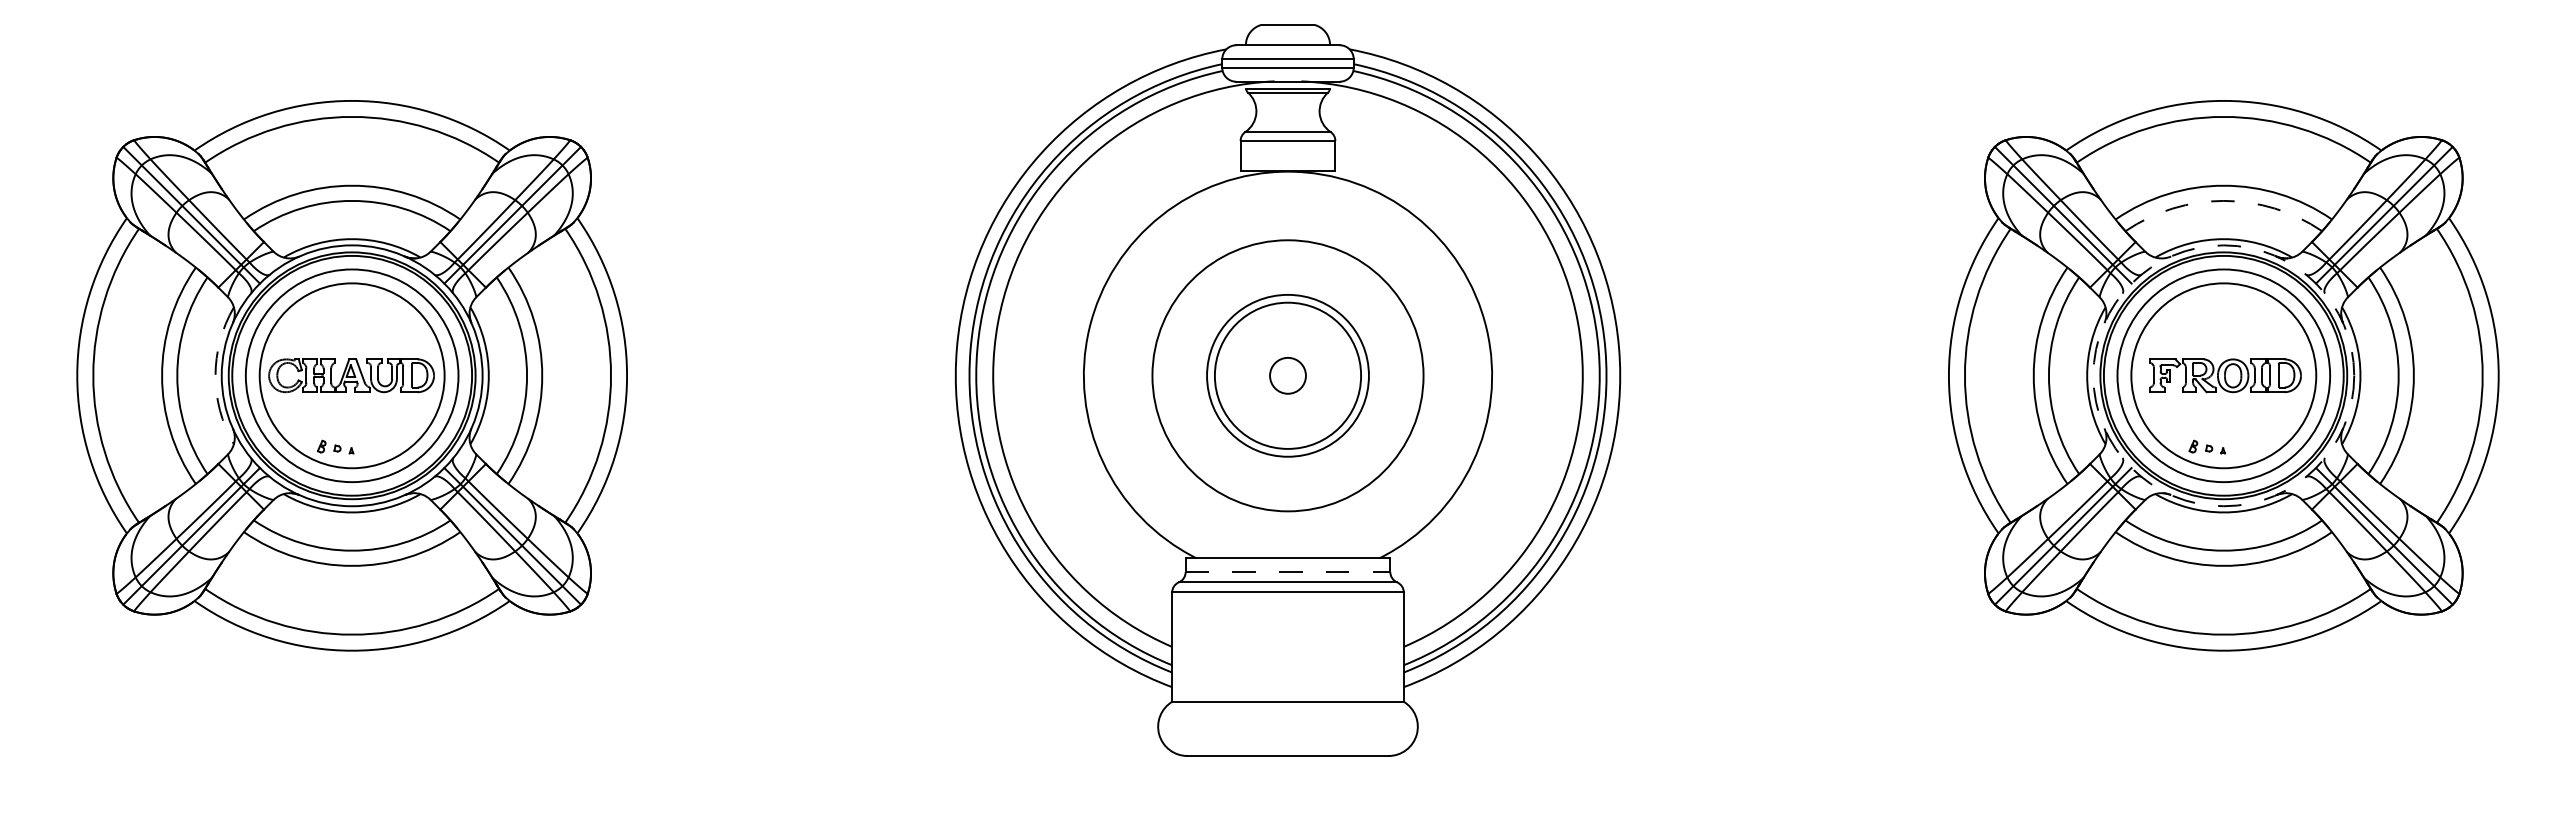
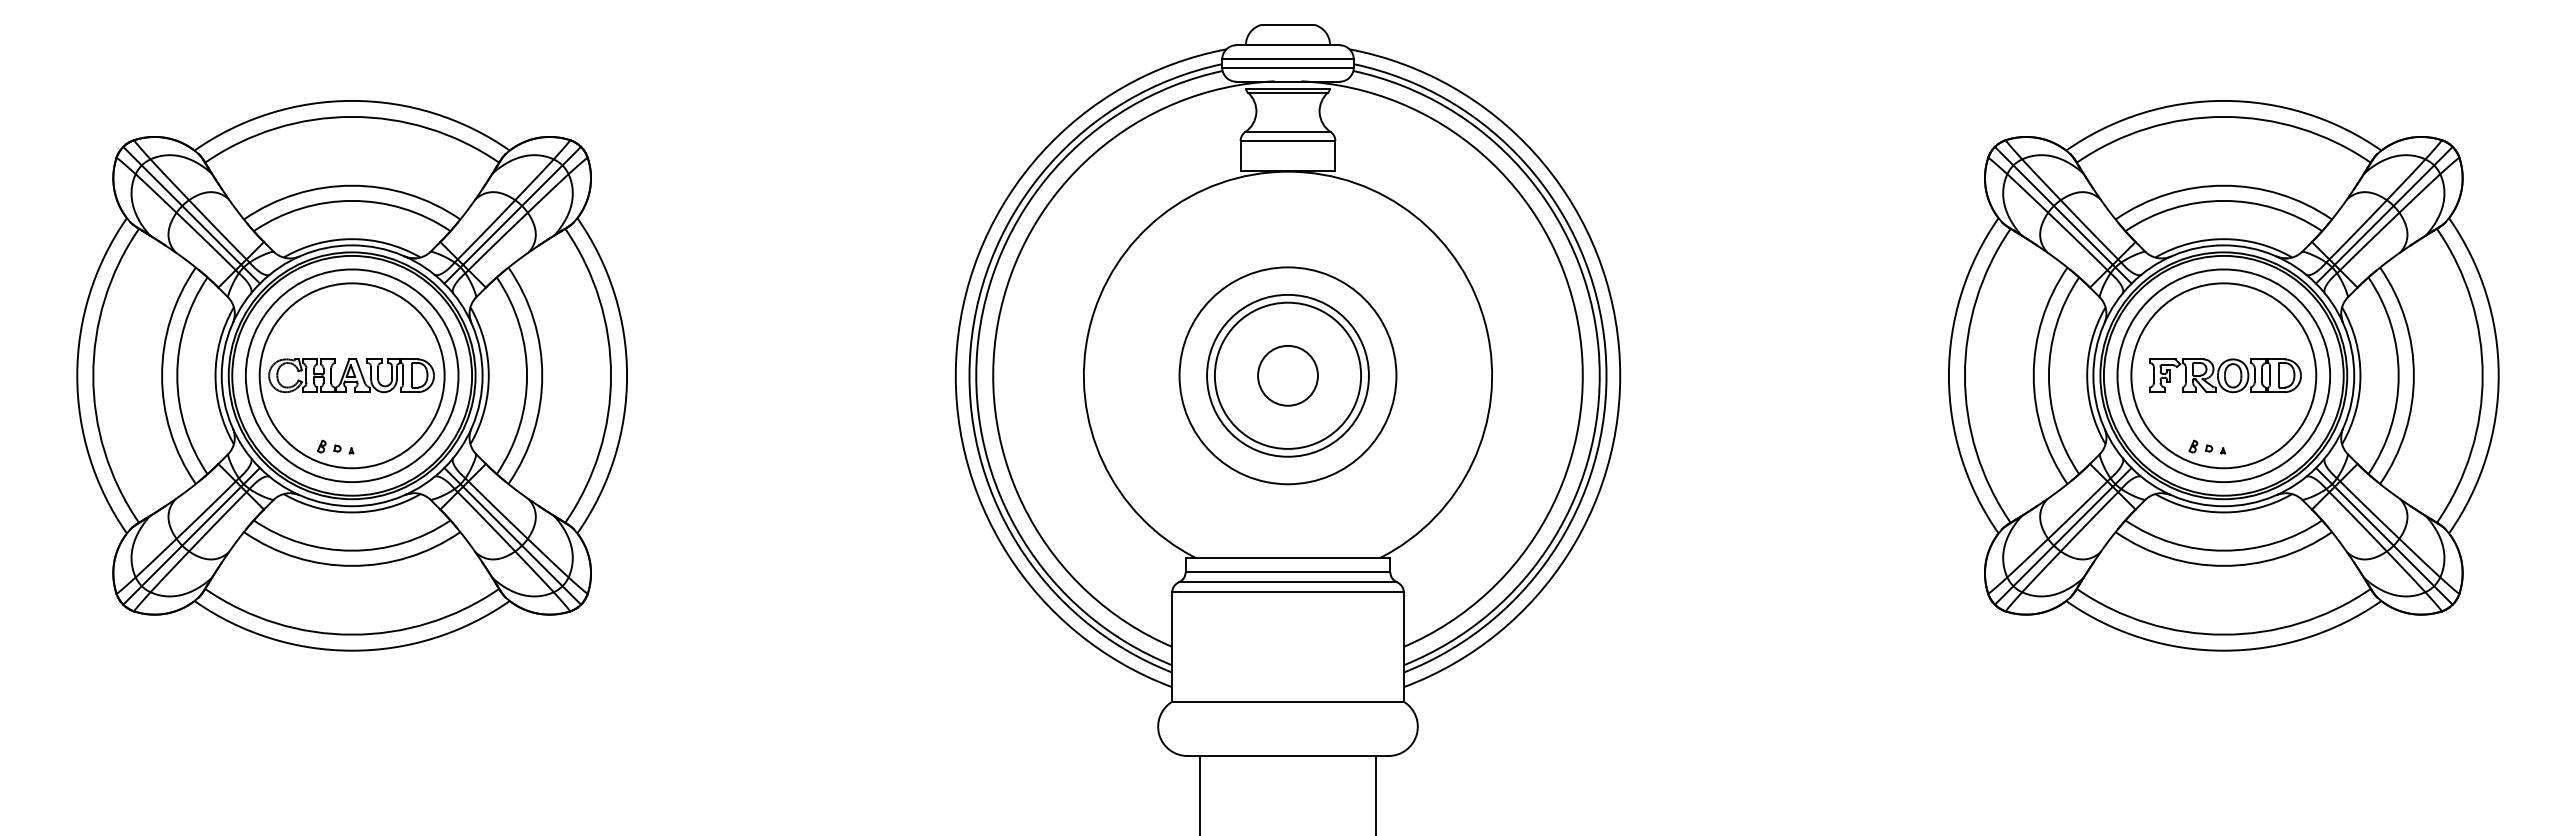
arc at (2223, 200): dashed -> solid
arc at (215, 375): dashed -> solid
circle at (1287, 375) diameter: 271 px -> 217 px
circle at (1287, 375) diameter: 36 px -> 60 px
circle at (2223, 375): dashed -> solid
line at (1288, 572): dashed -> solid
line at (1200, 794): none -> present
line at (1375, 794): none -> present
